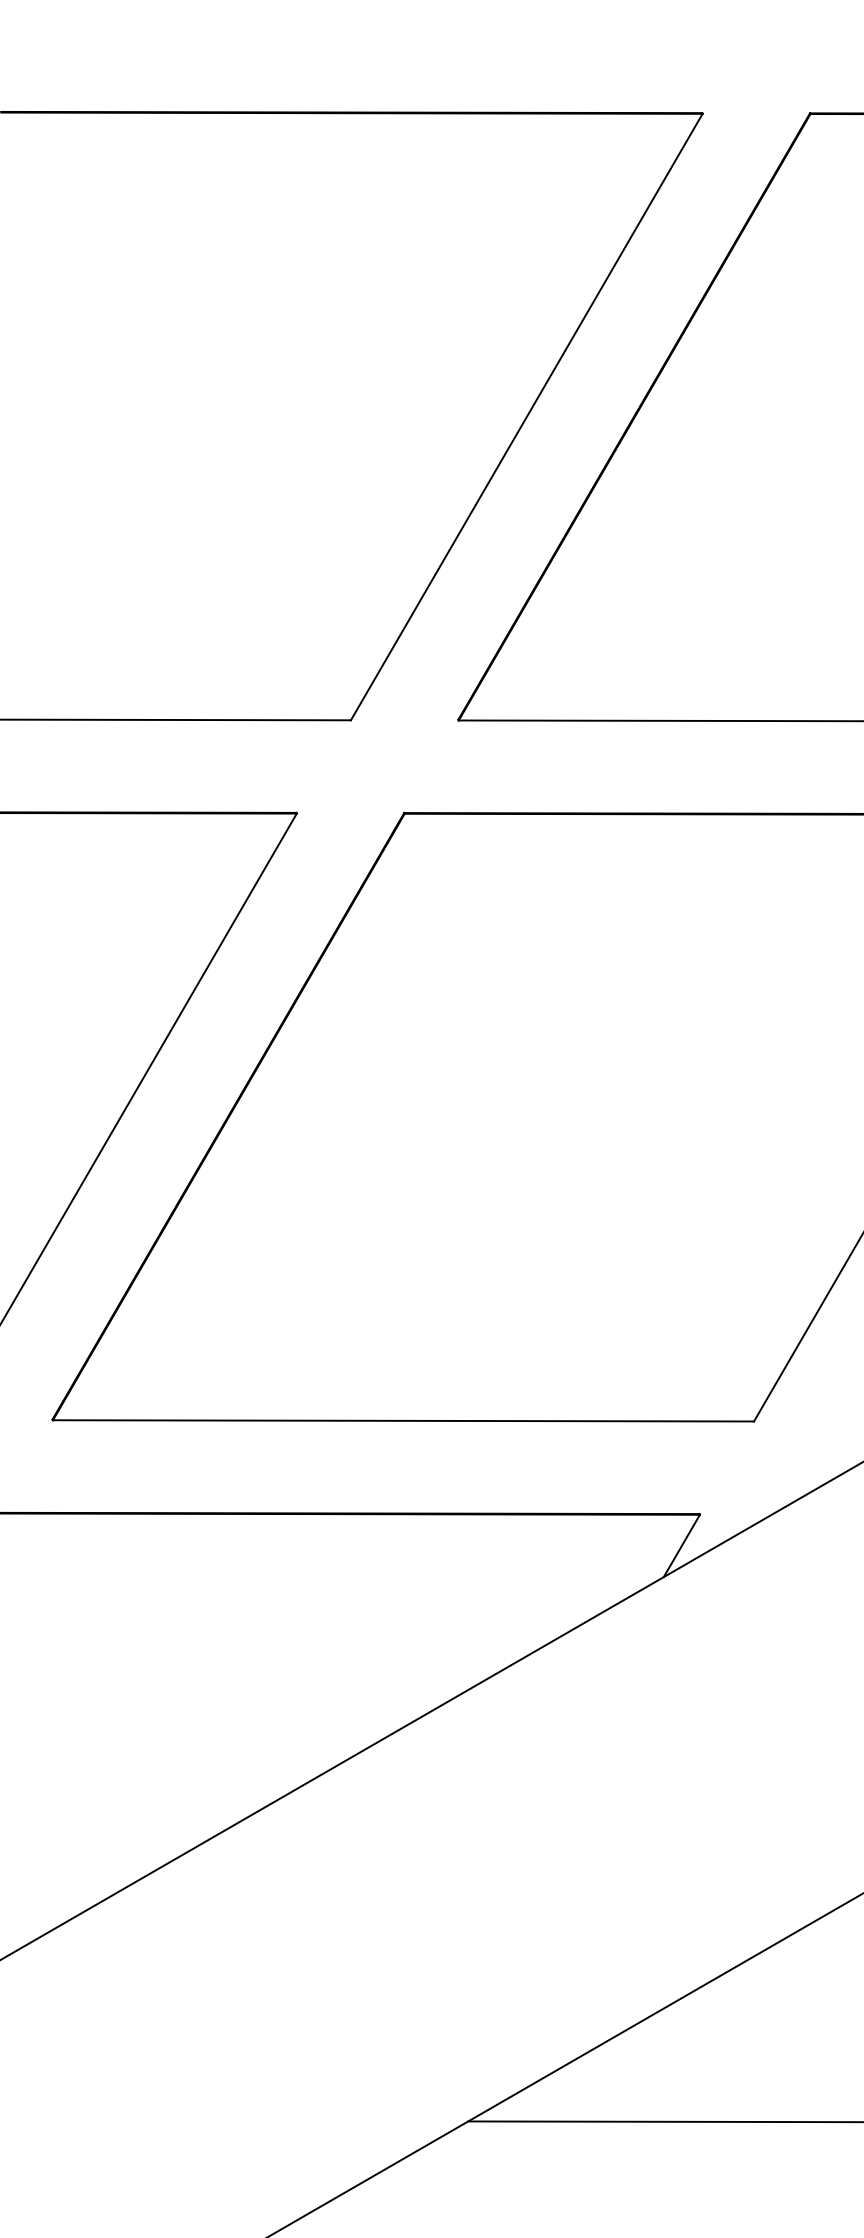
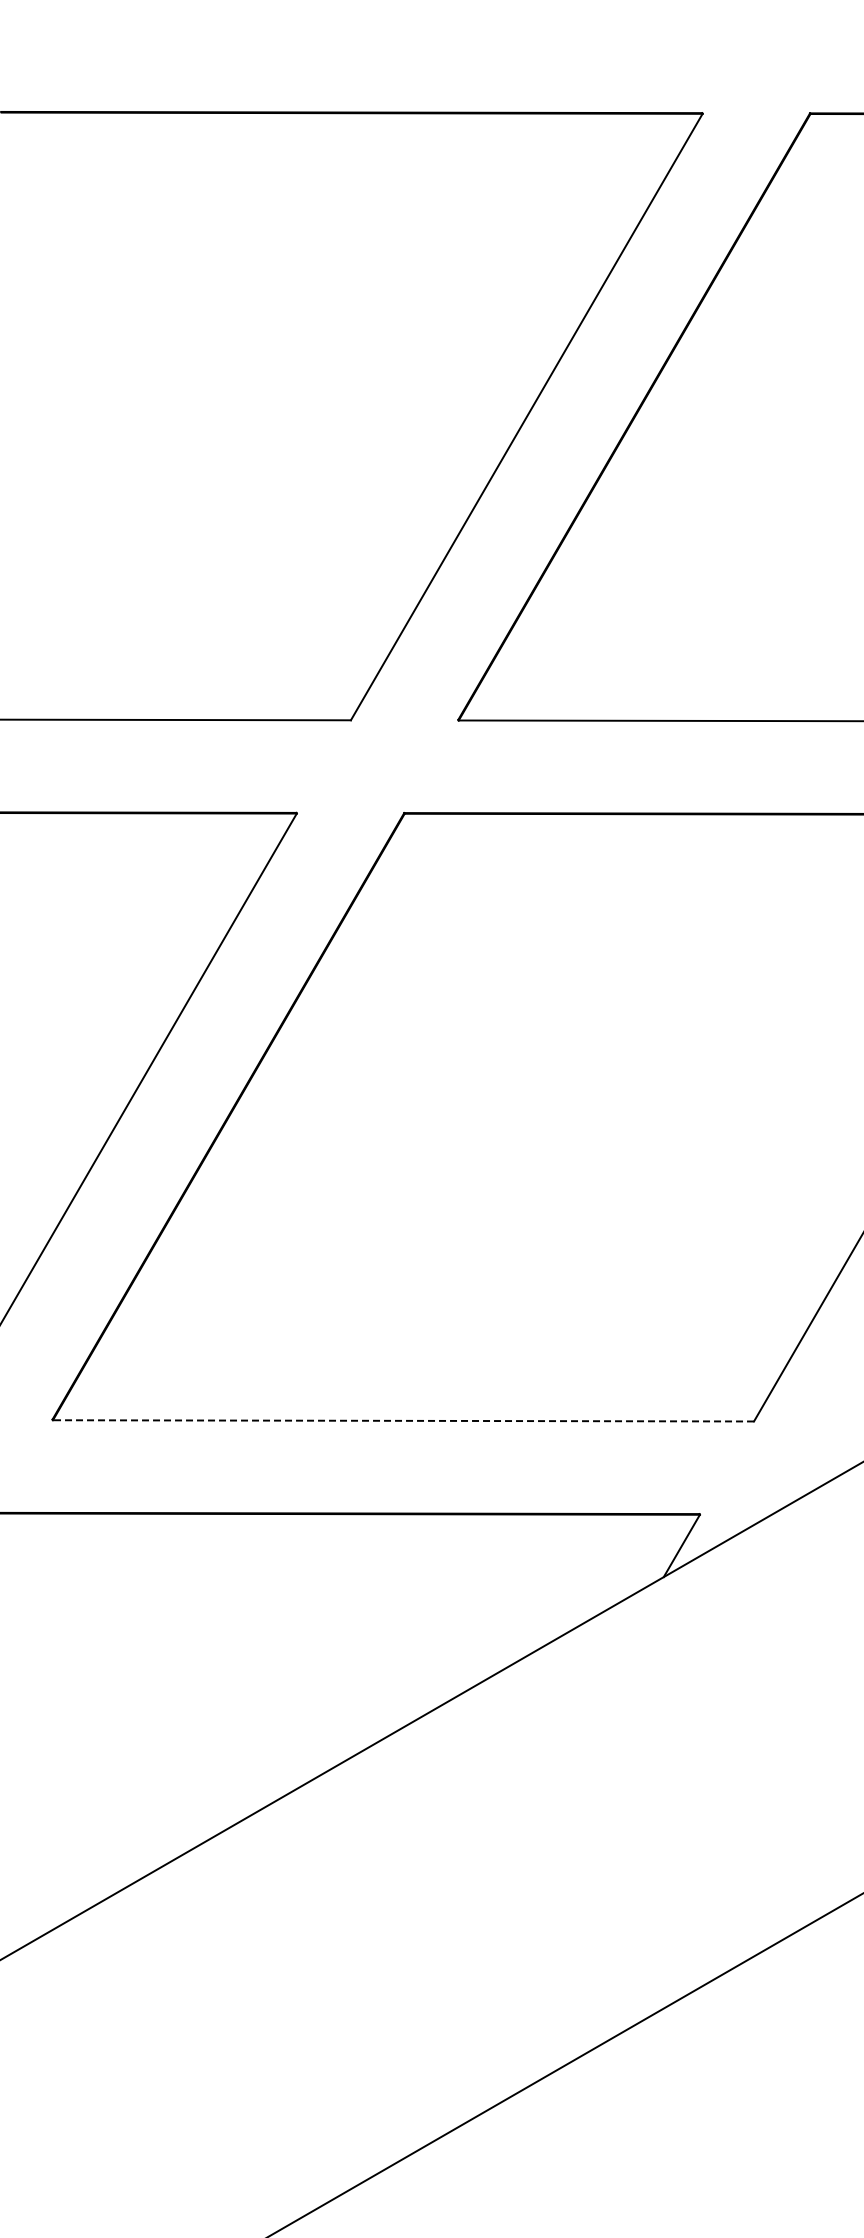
line at (403, 1420): solid -> dashed
line at (664, 2121): present -> none
